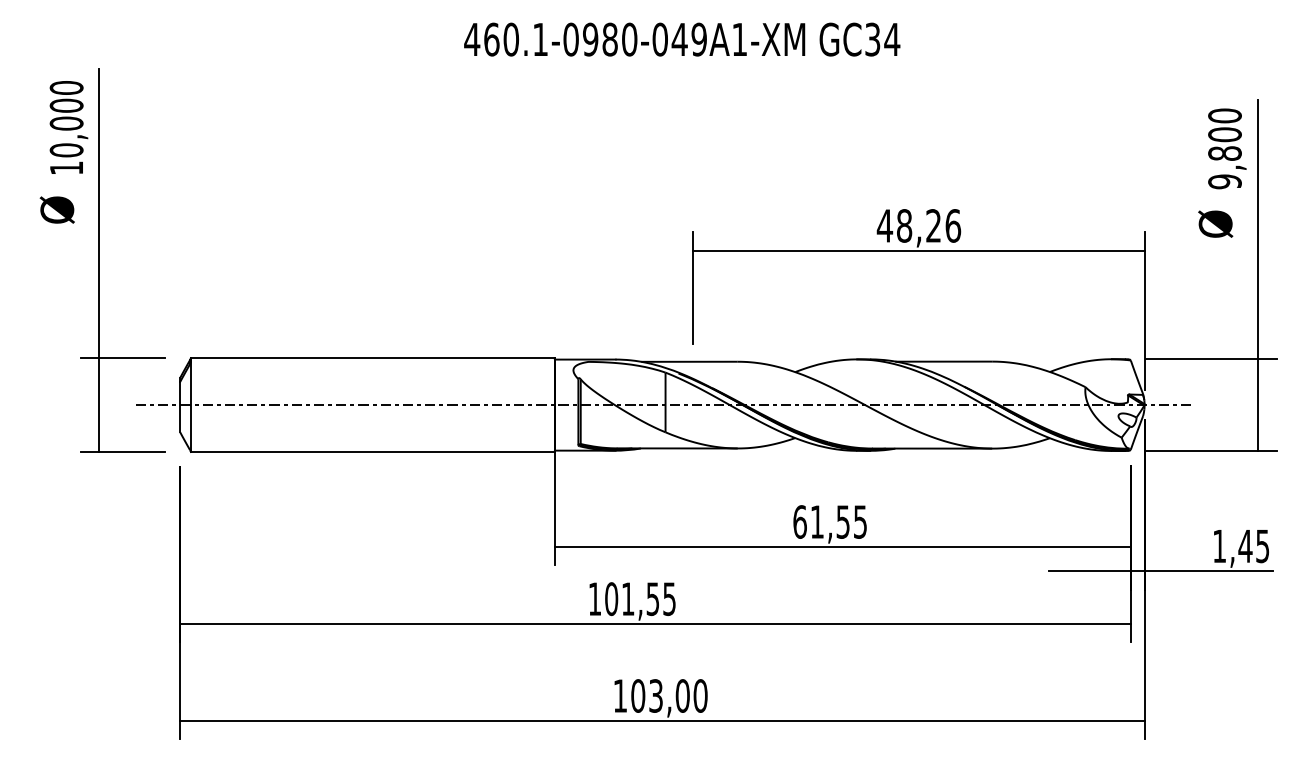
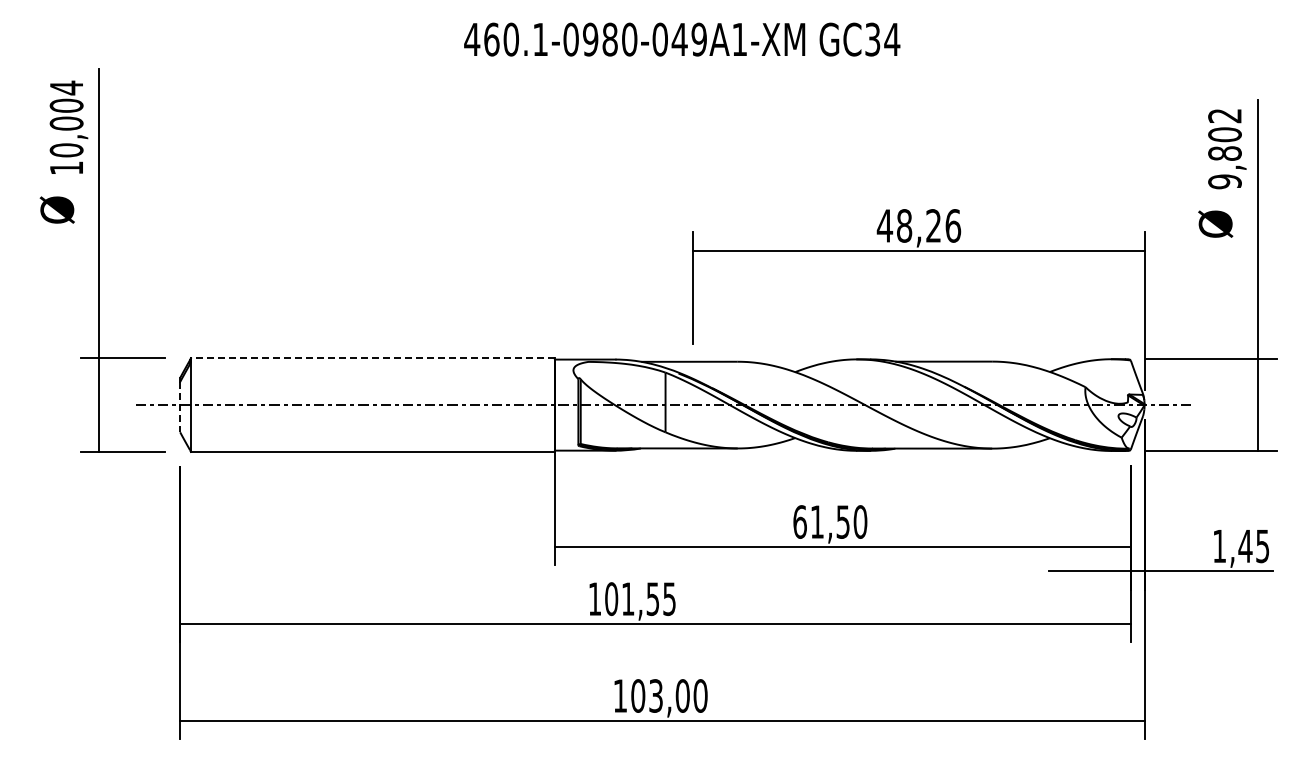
text at (66, 87): 10,000 -> 10,004
text at (1224, 115): 9,800 -> 9,802
line at (372, 358): solid -> dashed
line at (180, 407): solid -> dashed
text at (860, 521): 61,55 -> 61,50
